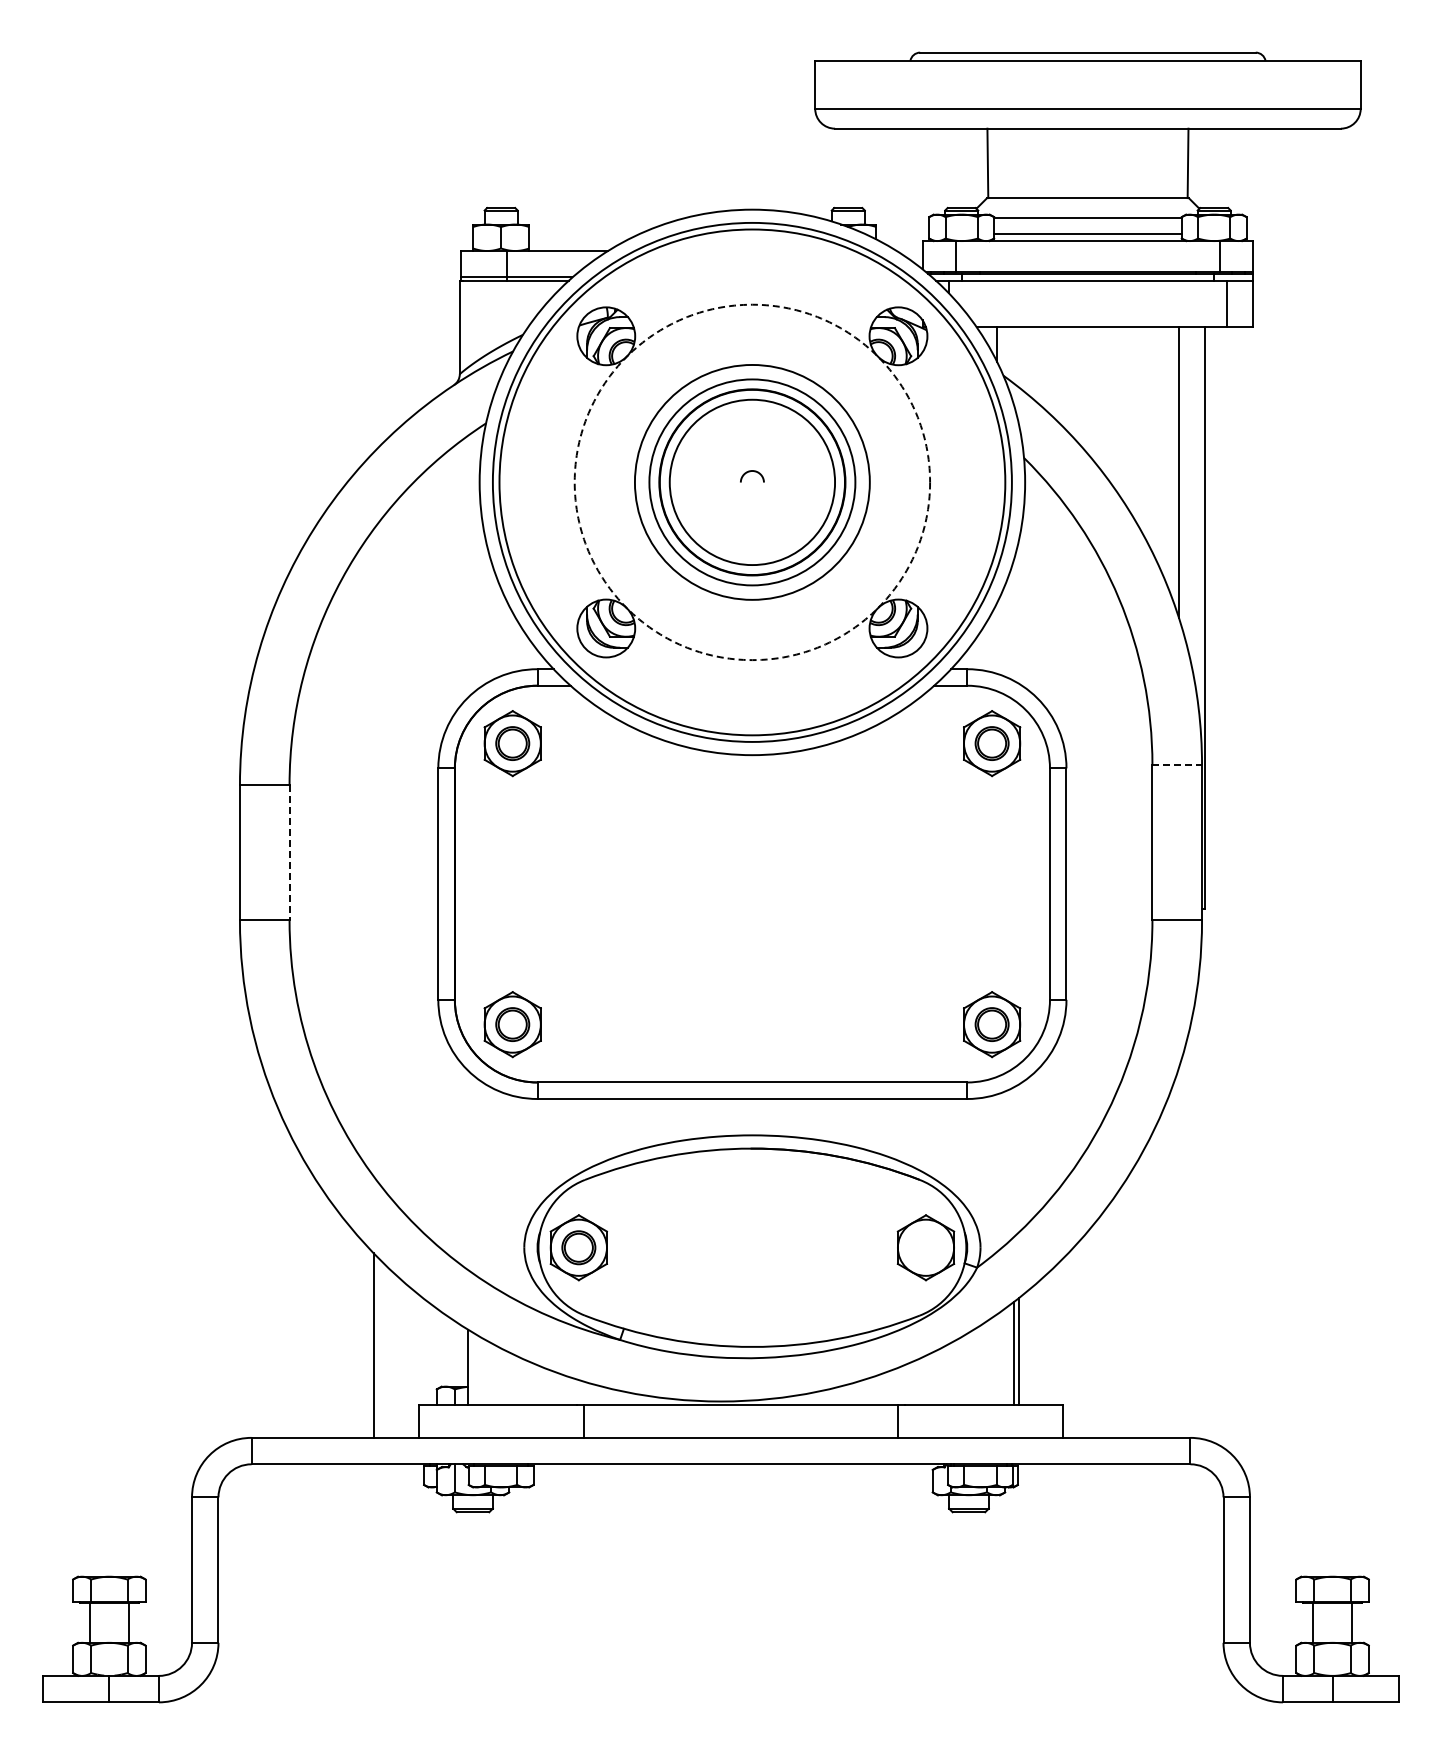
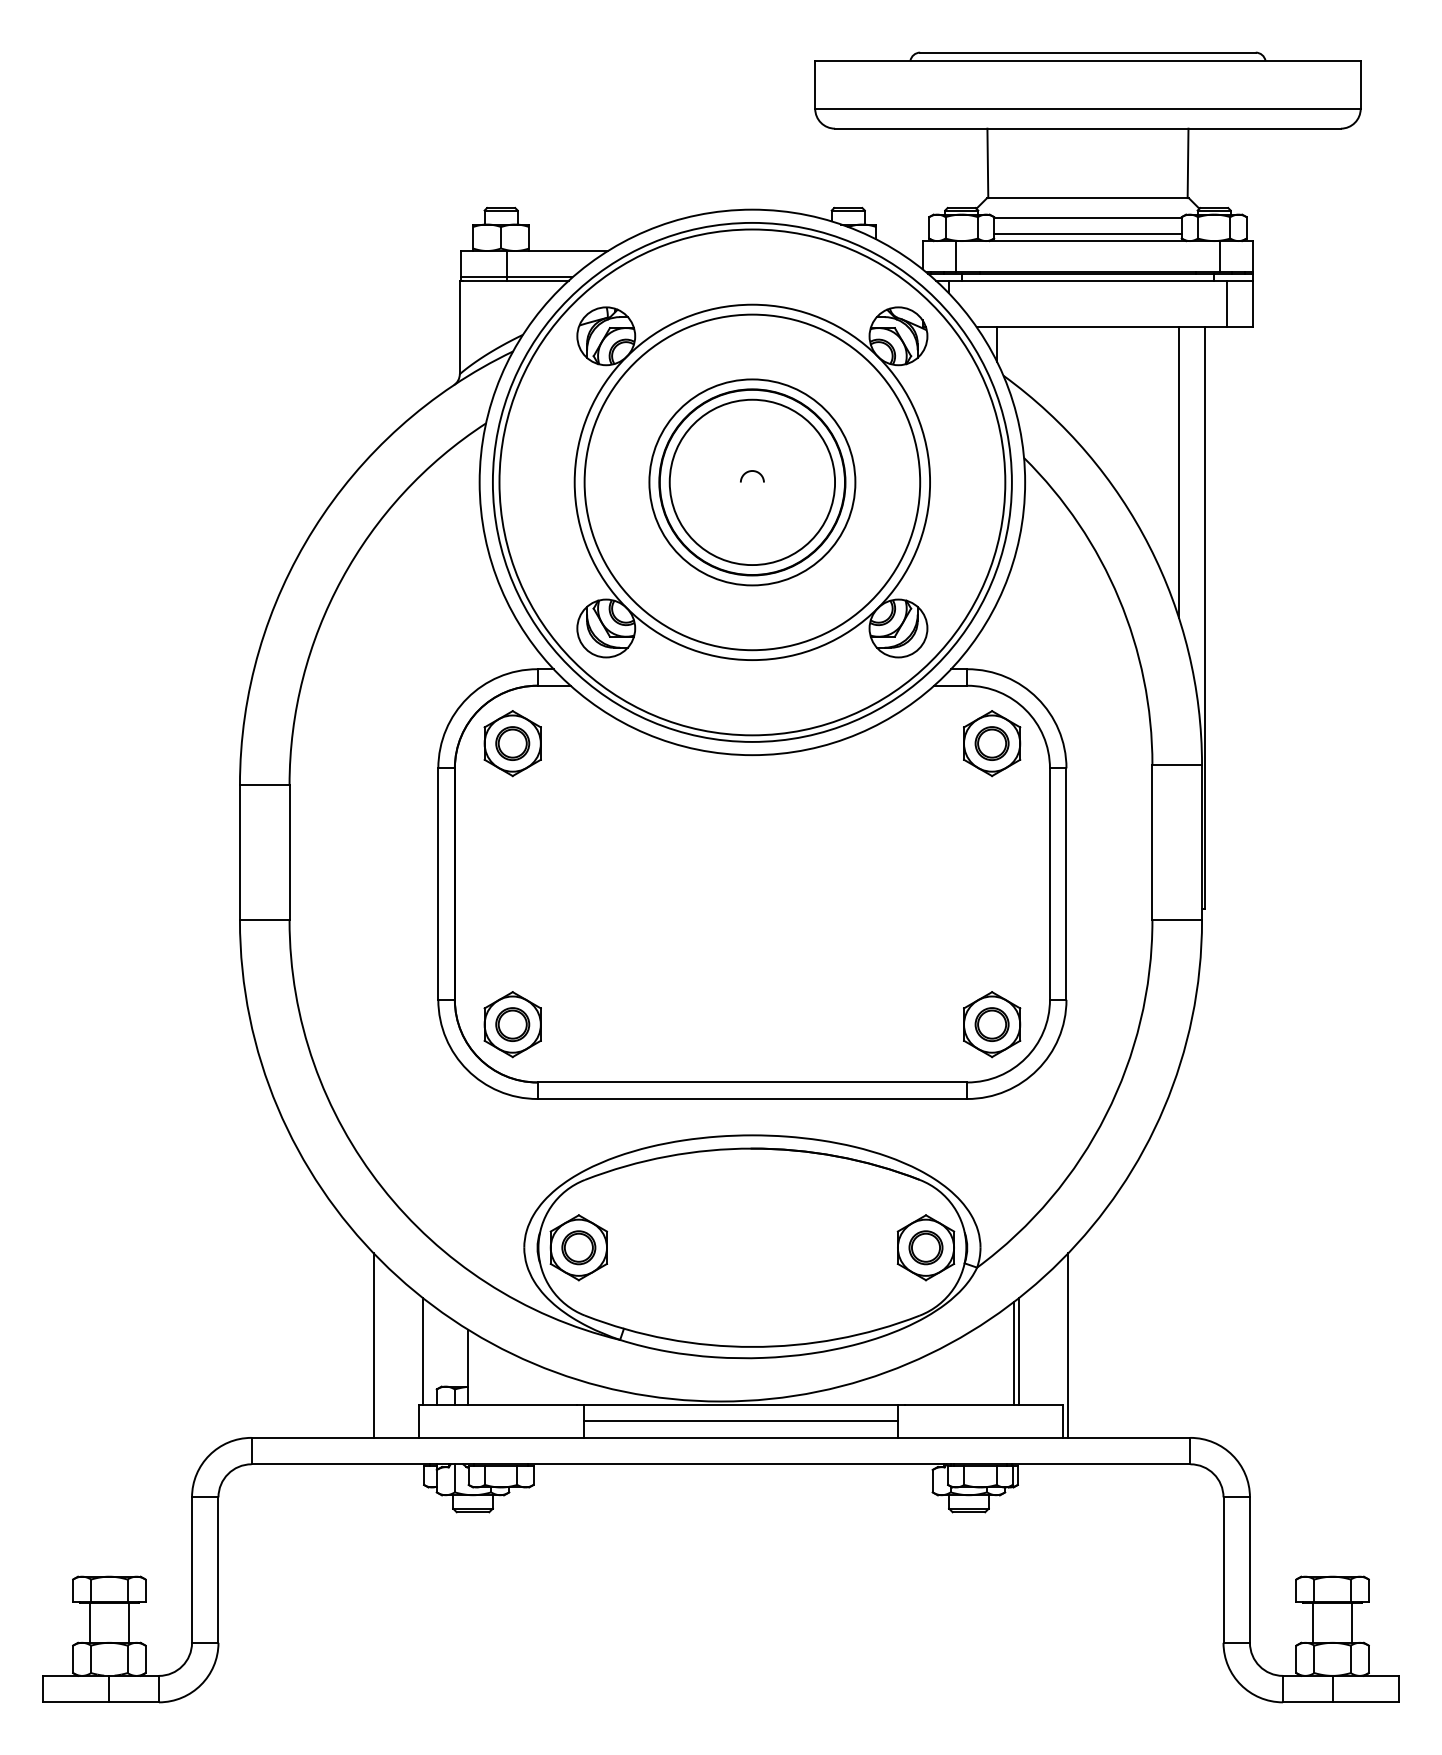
circle at (751, 481) diameter: 235 px -> 336 px
circle at (752, 482): dashed -> solid
line at (1177, 765): dashed -> solid
line at (289, 852): dashed -> solid
part at (925, 1247): none -> present
line at (1068, 1345): none -> present
line at (423, 1351): none -> present
line at (740, 1421): none -> present
